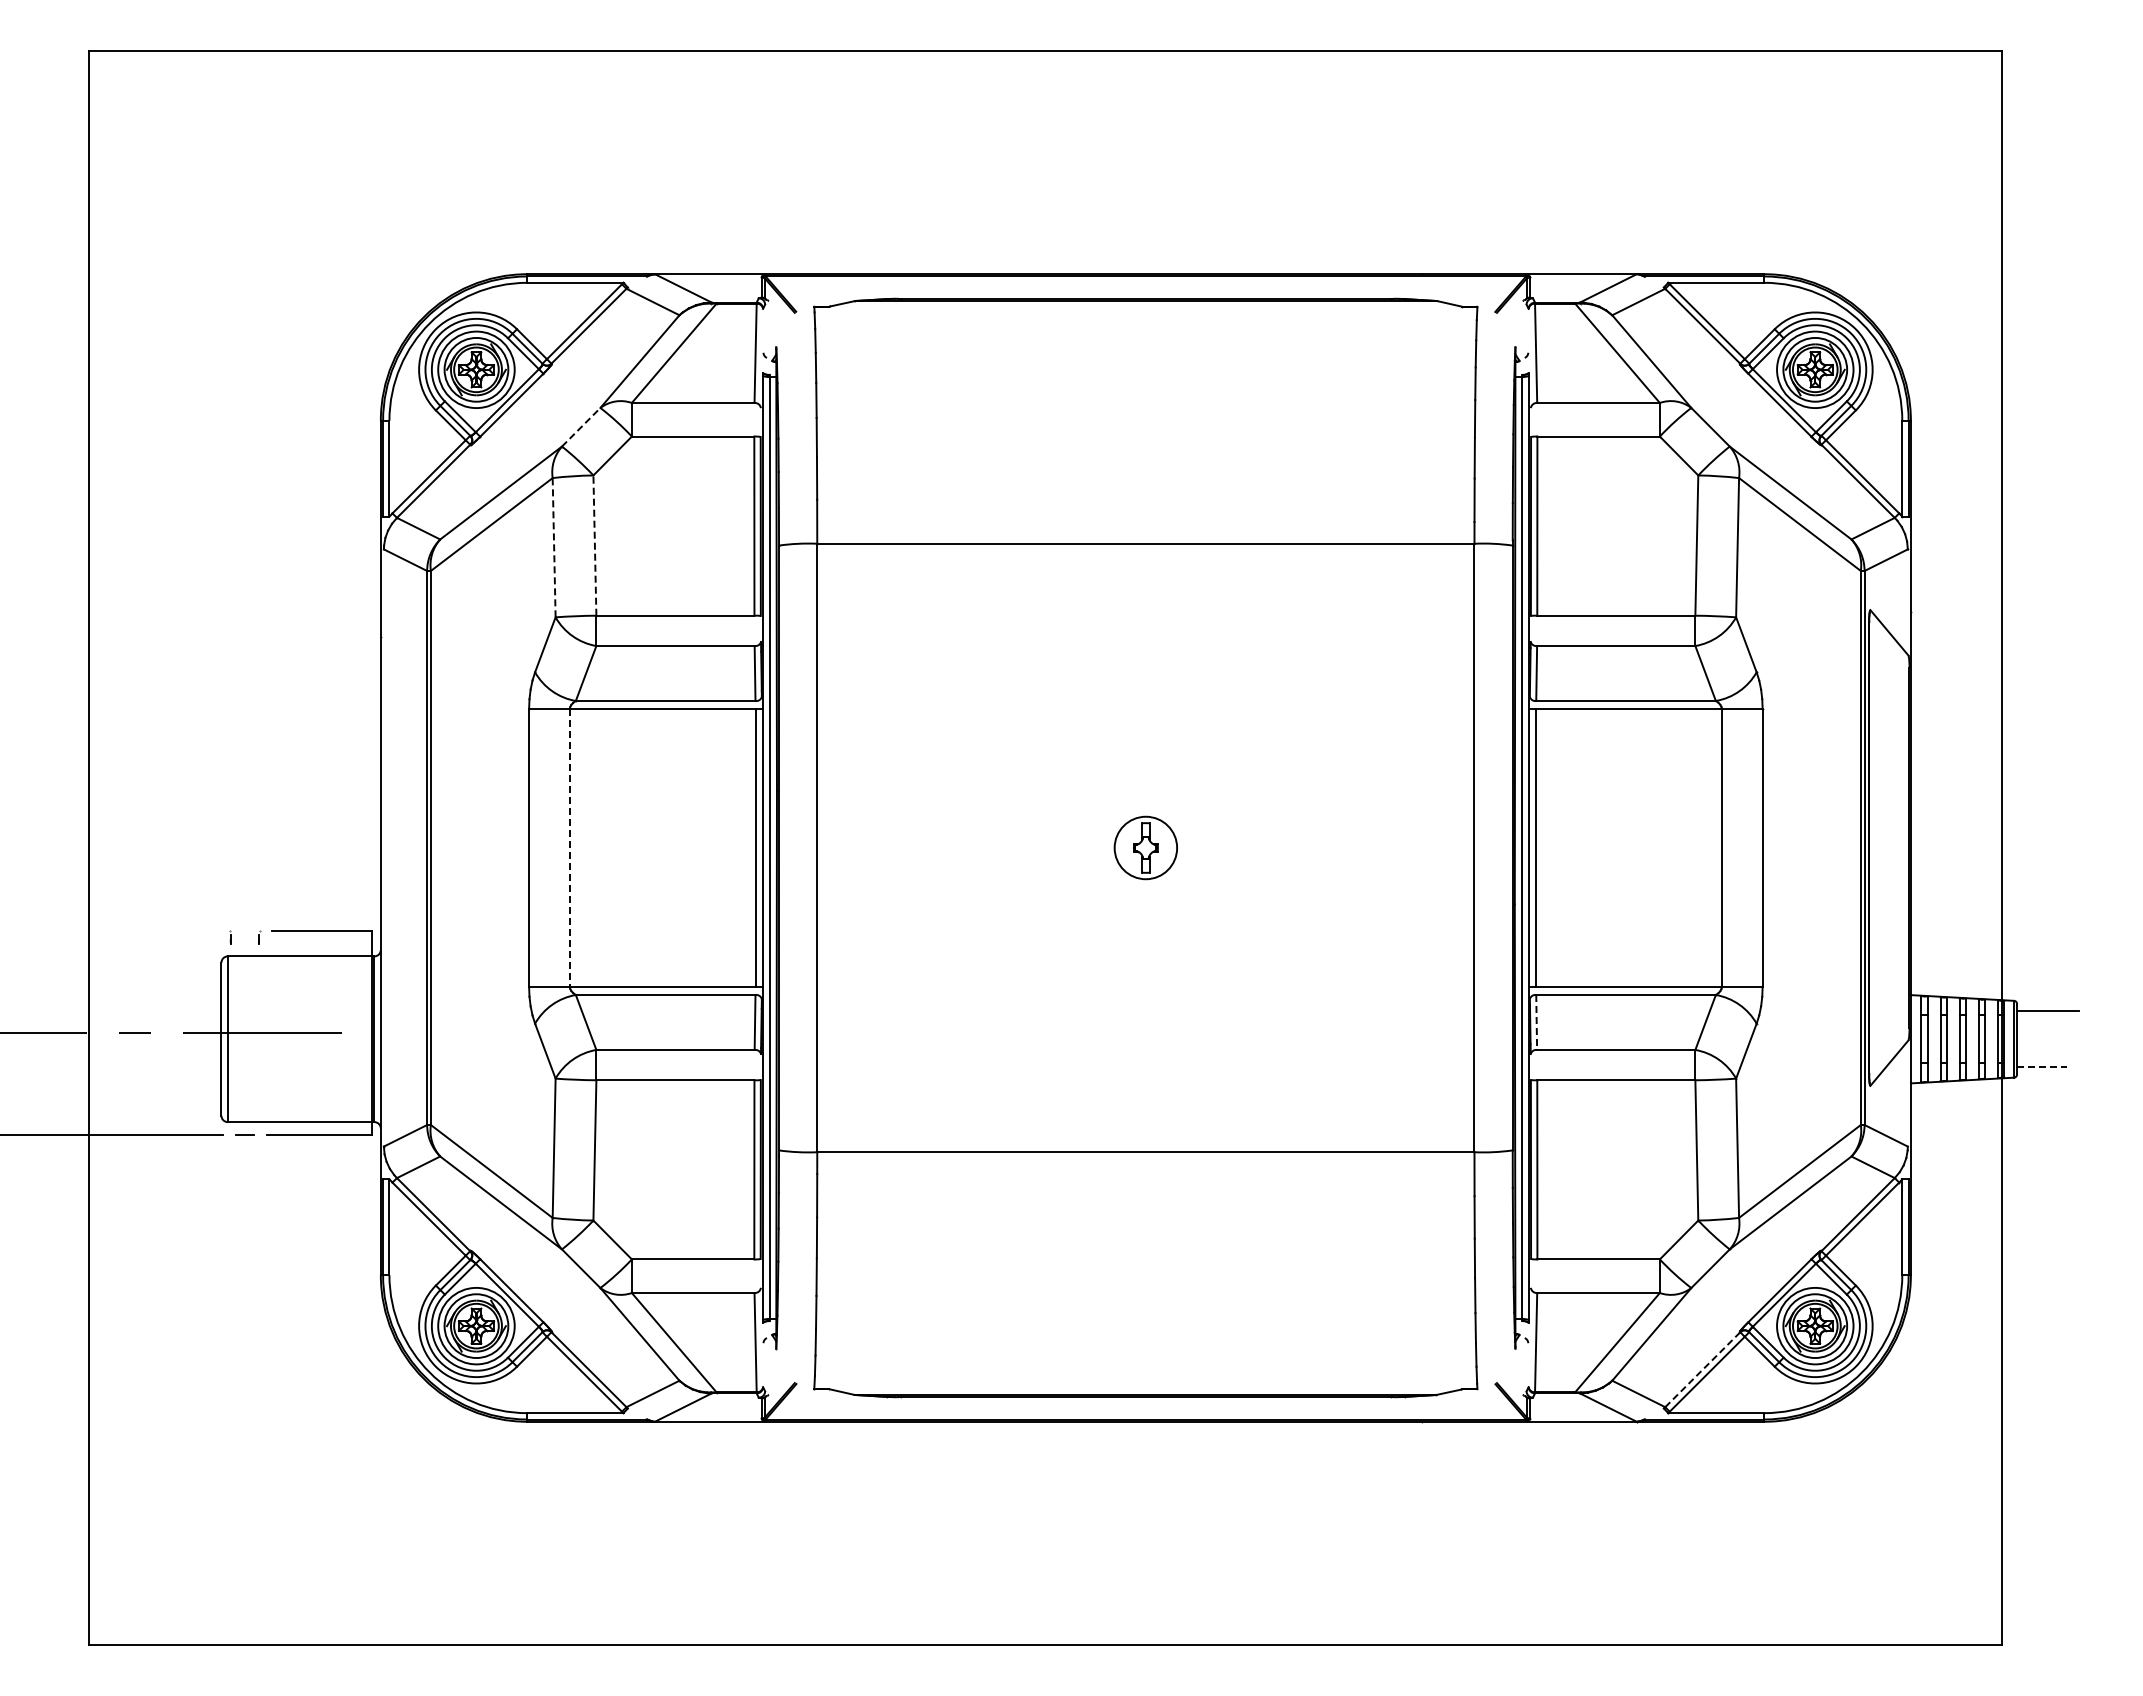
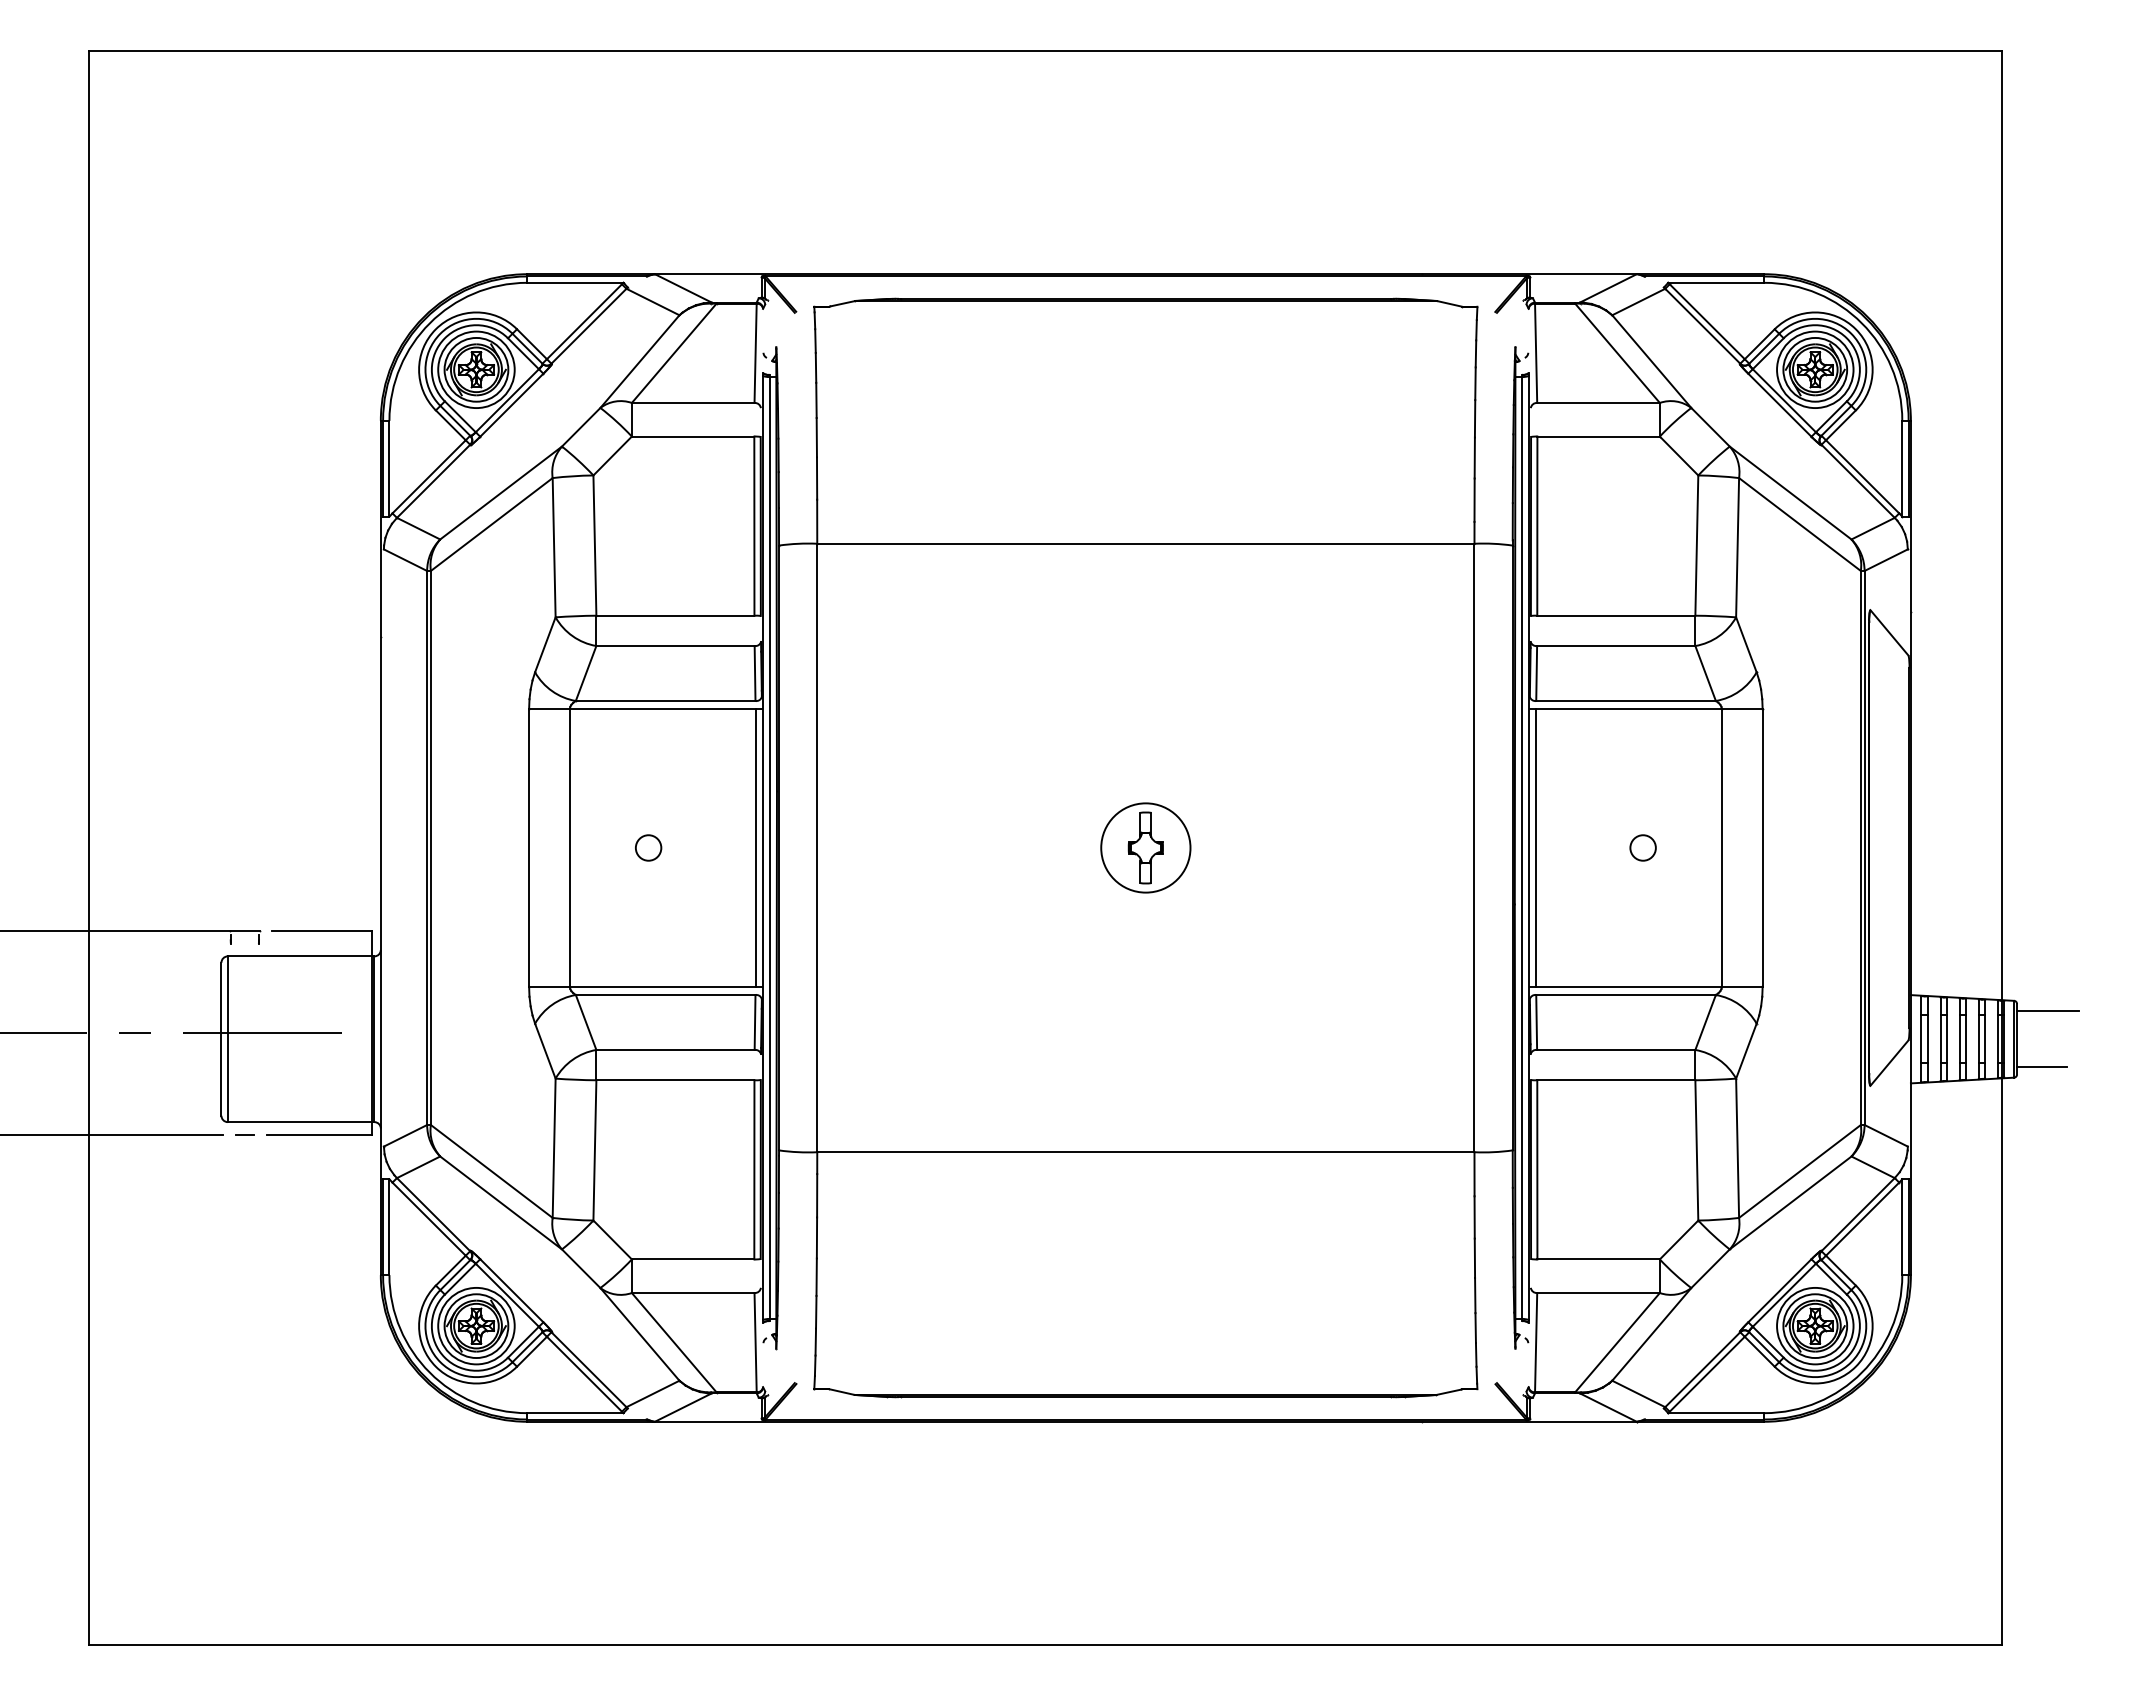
line at (581, 426): dashed -> solid
line at (594, 545): dashed -> solid
line at (554, 547): dashed -> solid
line at (569, 847): dashed -> solid
circle at (648, 847): none -> present
part at (1145, 847) size: 65x66 px -> 92x92 px
circle at (1642, 847): none -> present
line at (130, 930): none -> present
line at (1536, 1022): dashed -> solid
line at (2042, 1067): dashed -> solid
line at (1703, 1369): dashed -> solid
